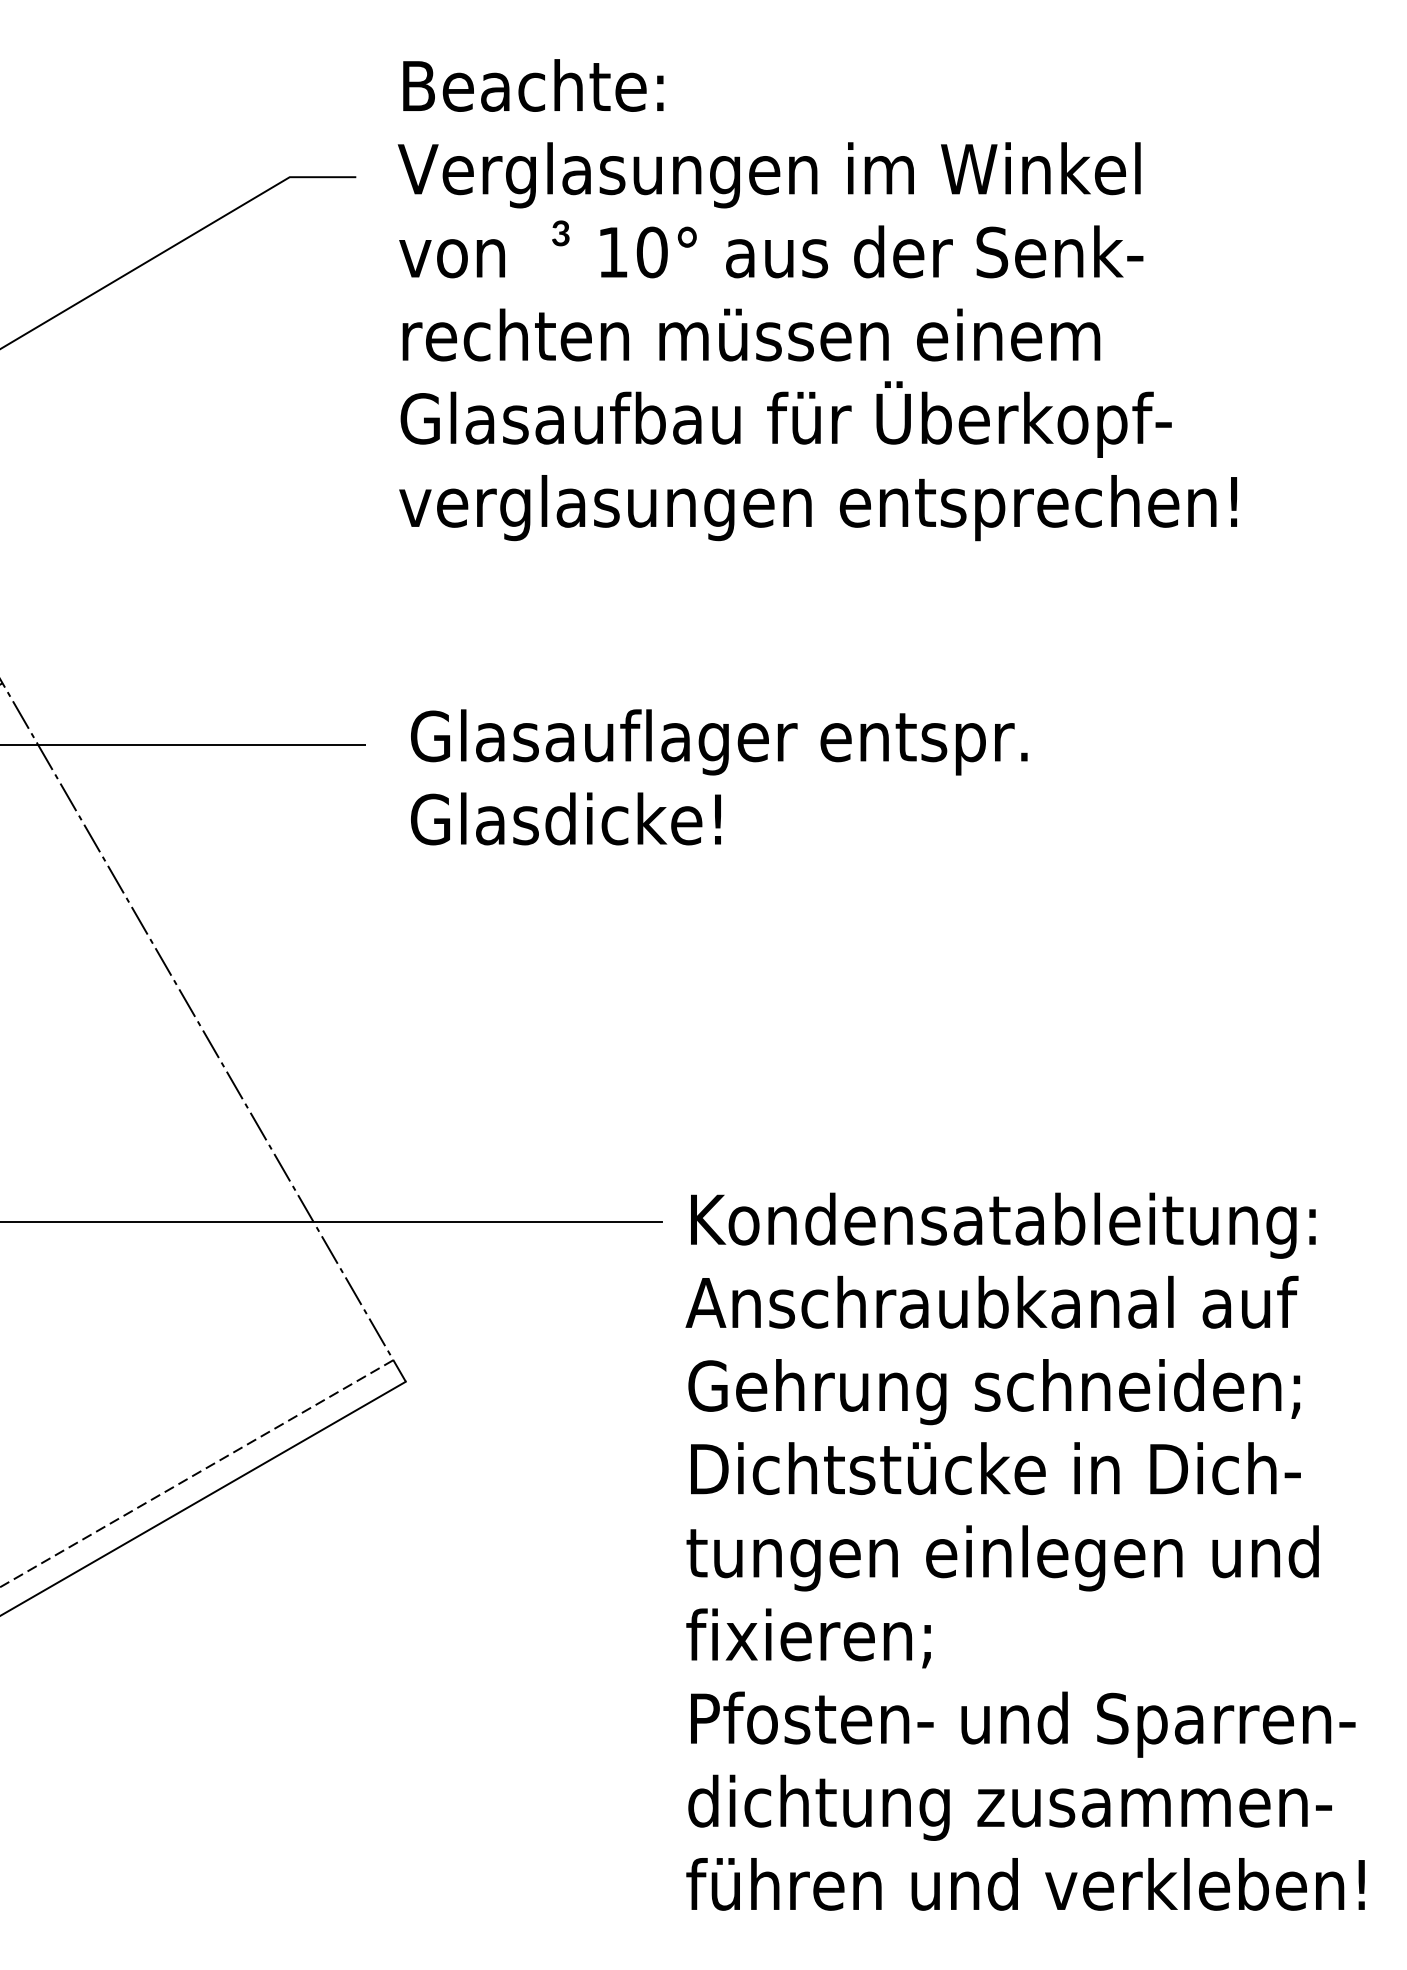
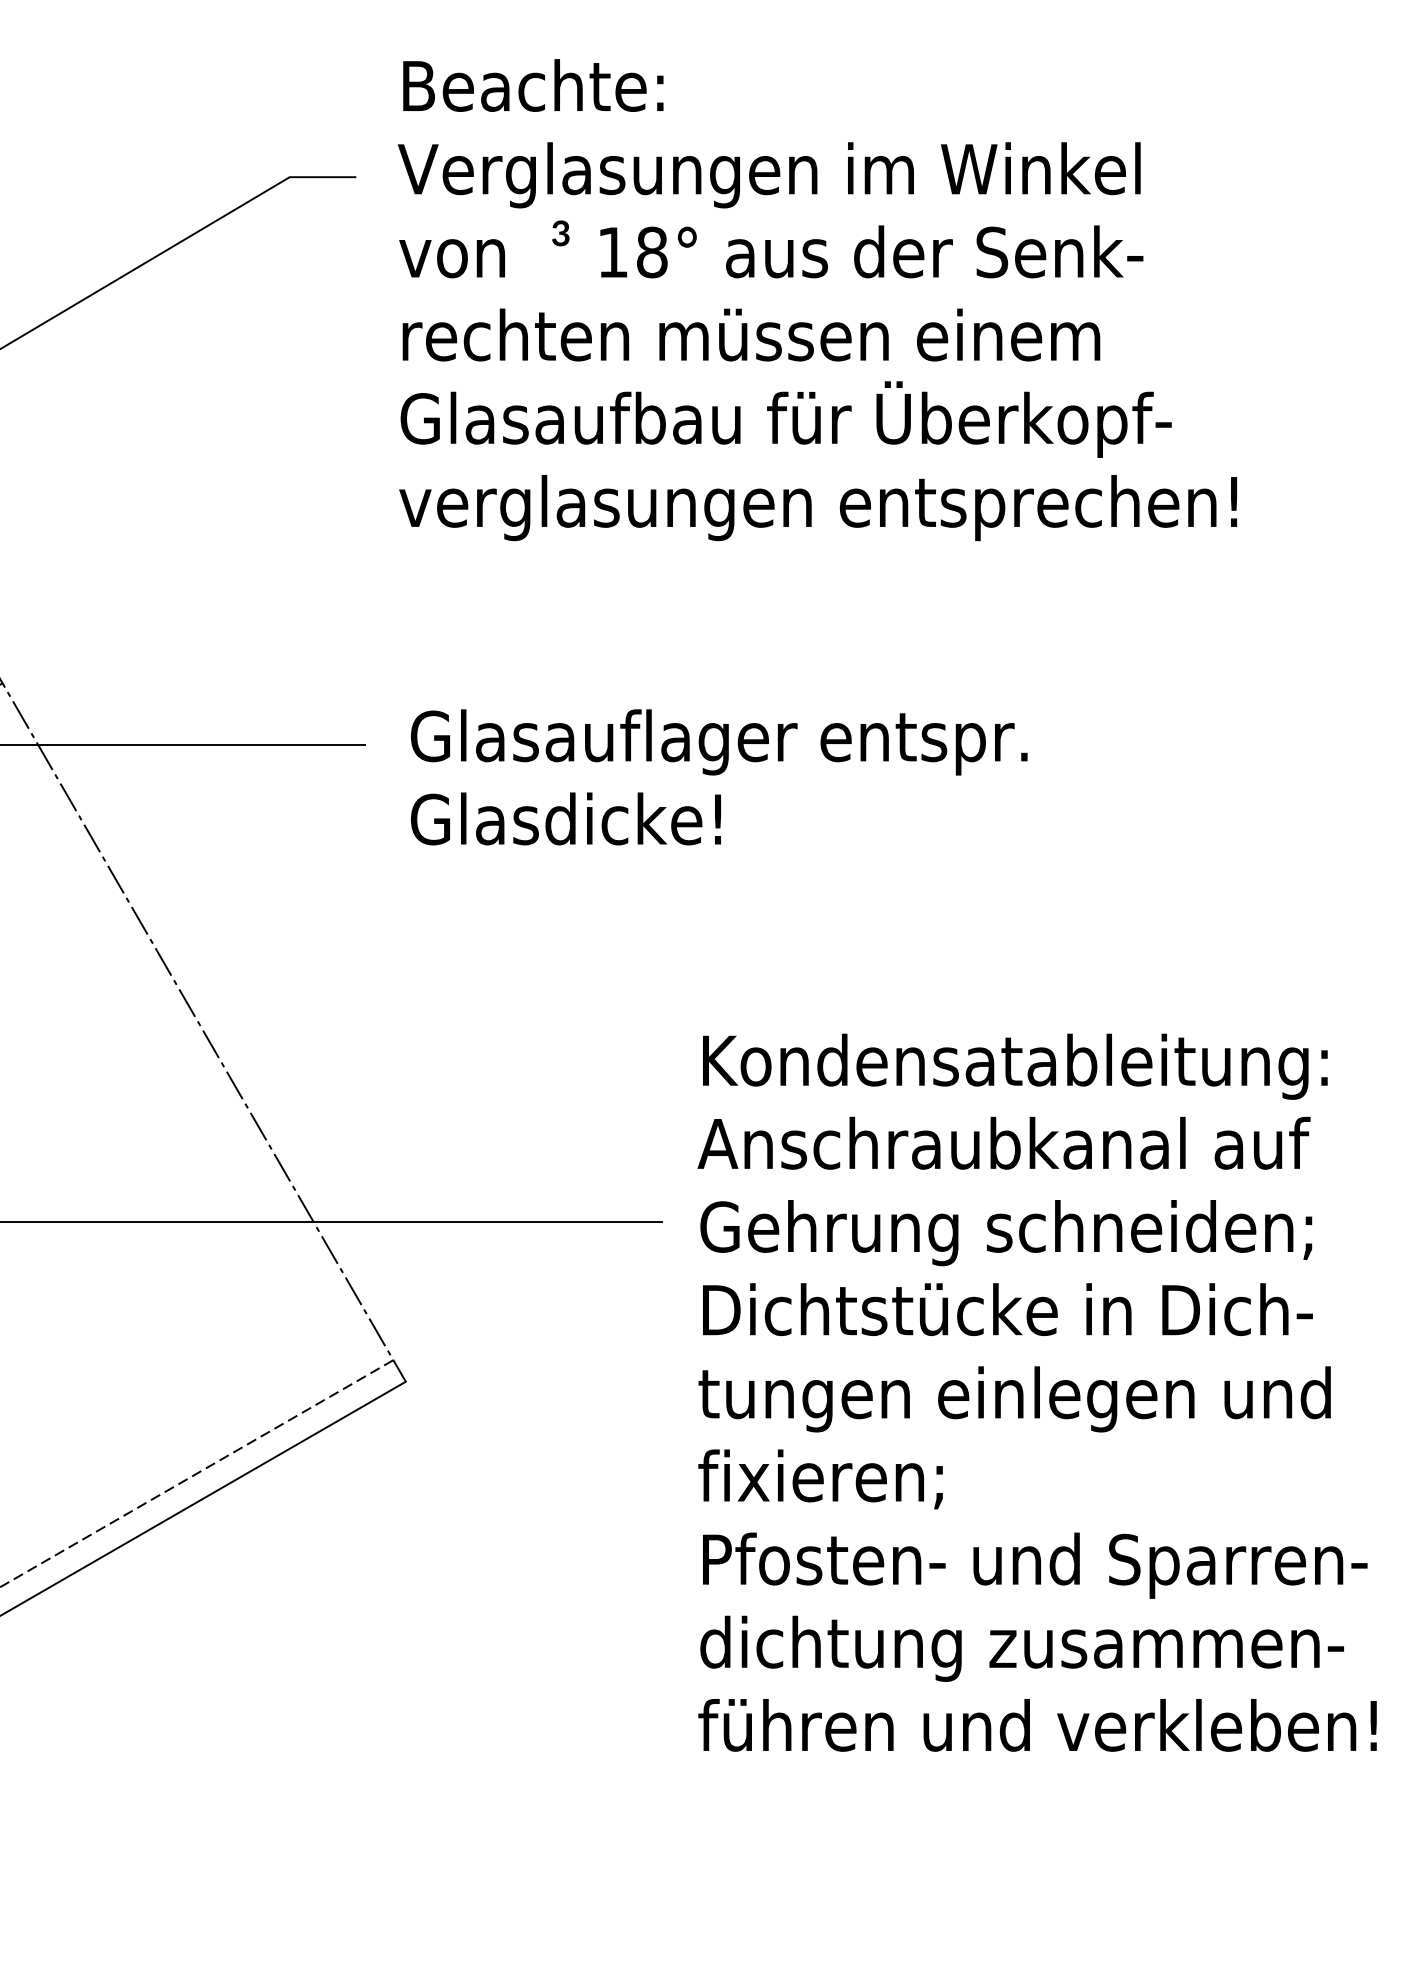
text at (651, 252): 10° -> 18°
text at (1024, 1551) position: (1024, 1551) -> (1036, 1392)
